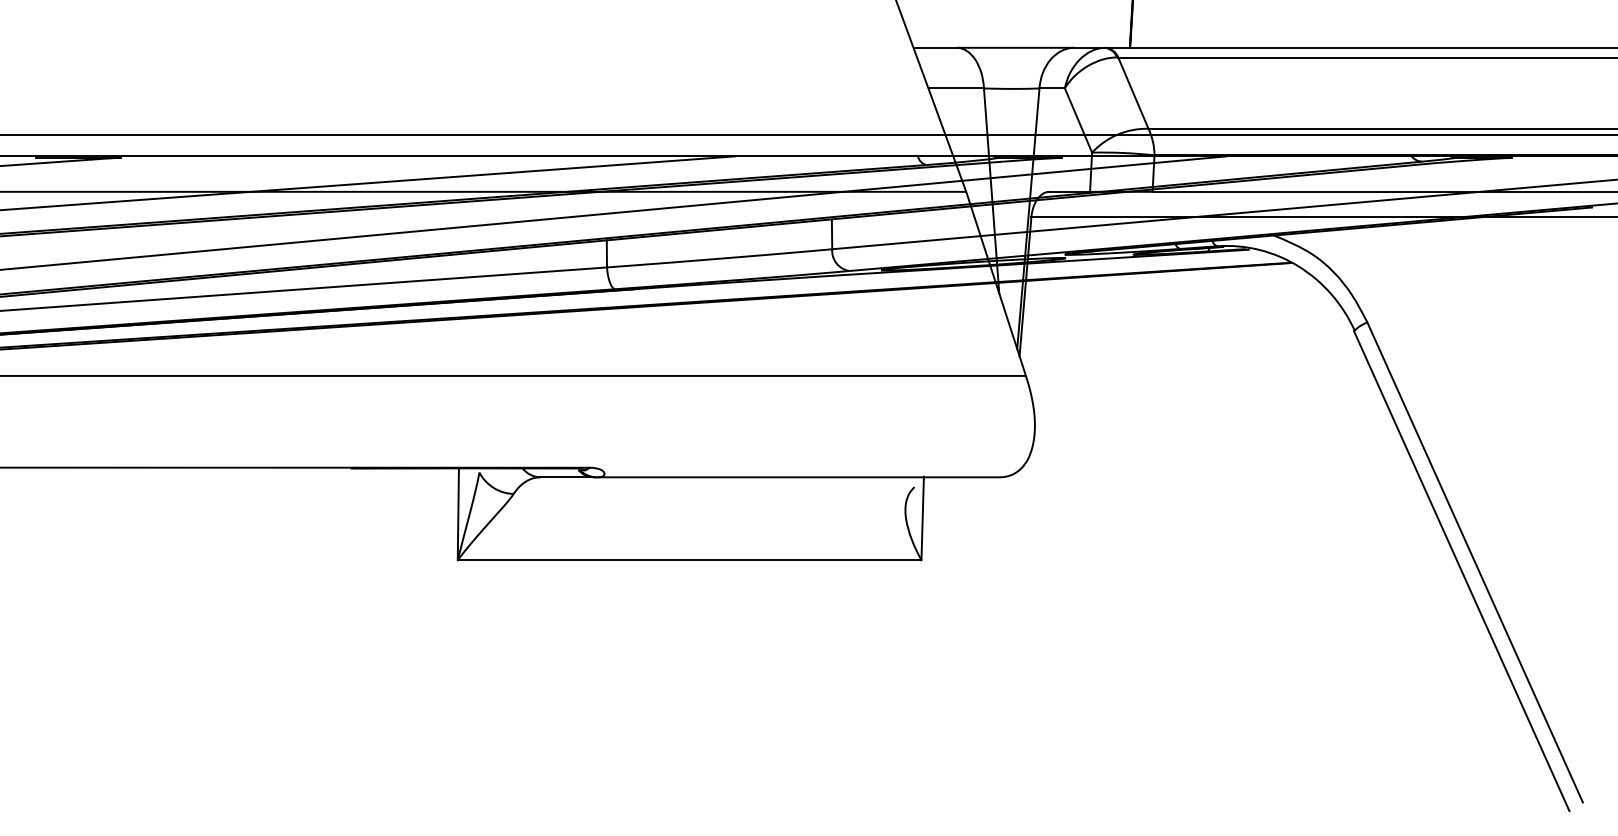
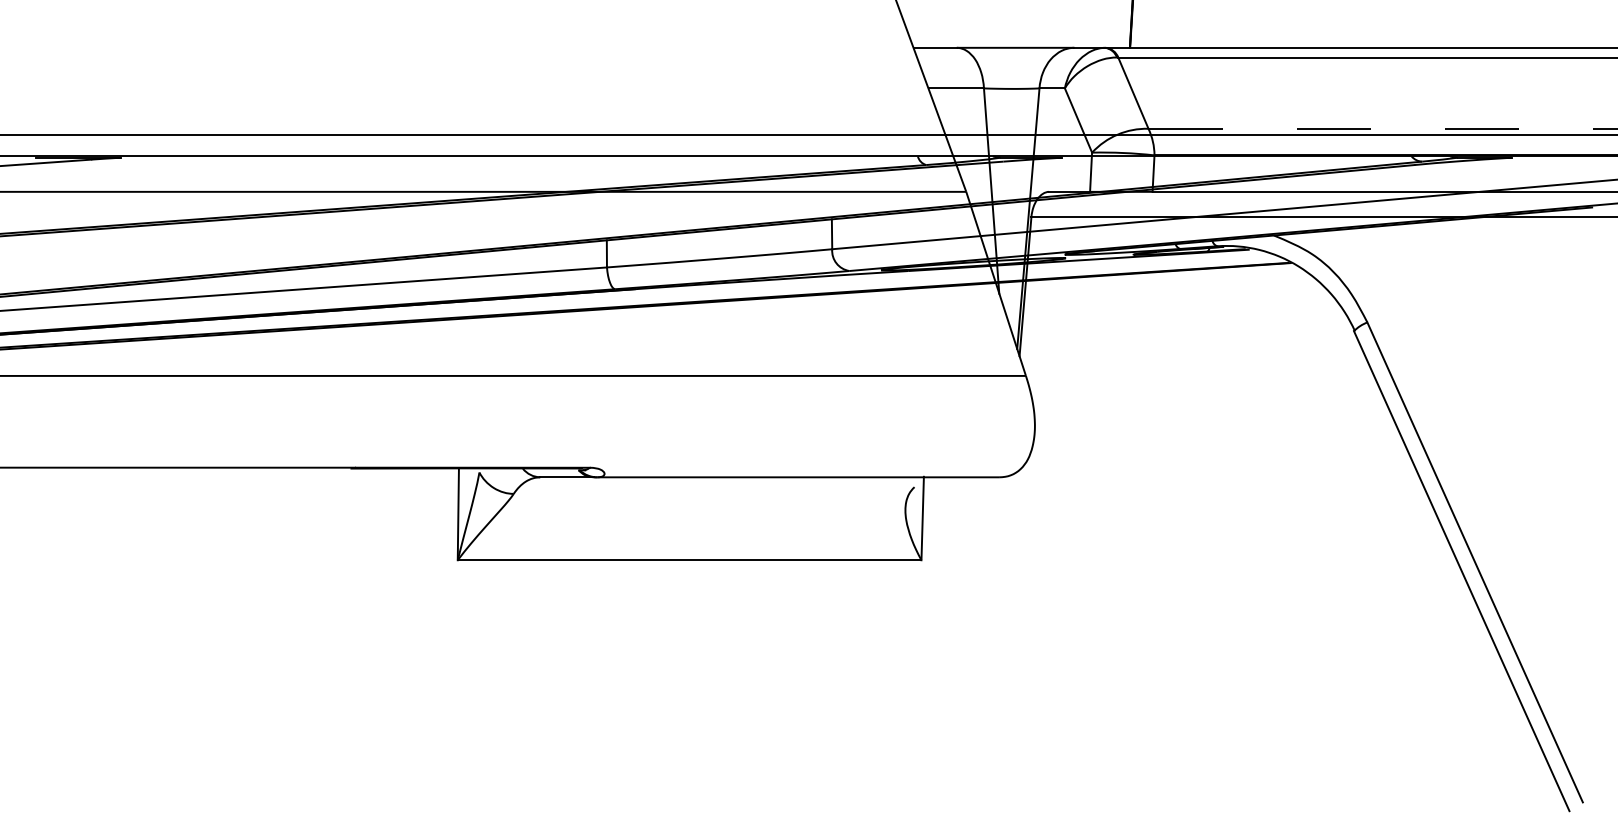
line at (1383, 128): solid -> dashed
line at (368, 183): present -> none
line at (614, 212): present -> none
